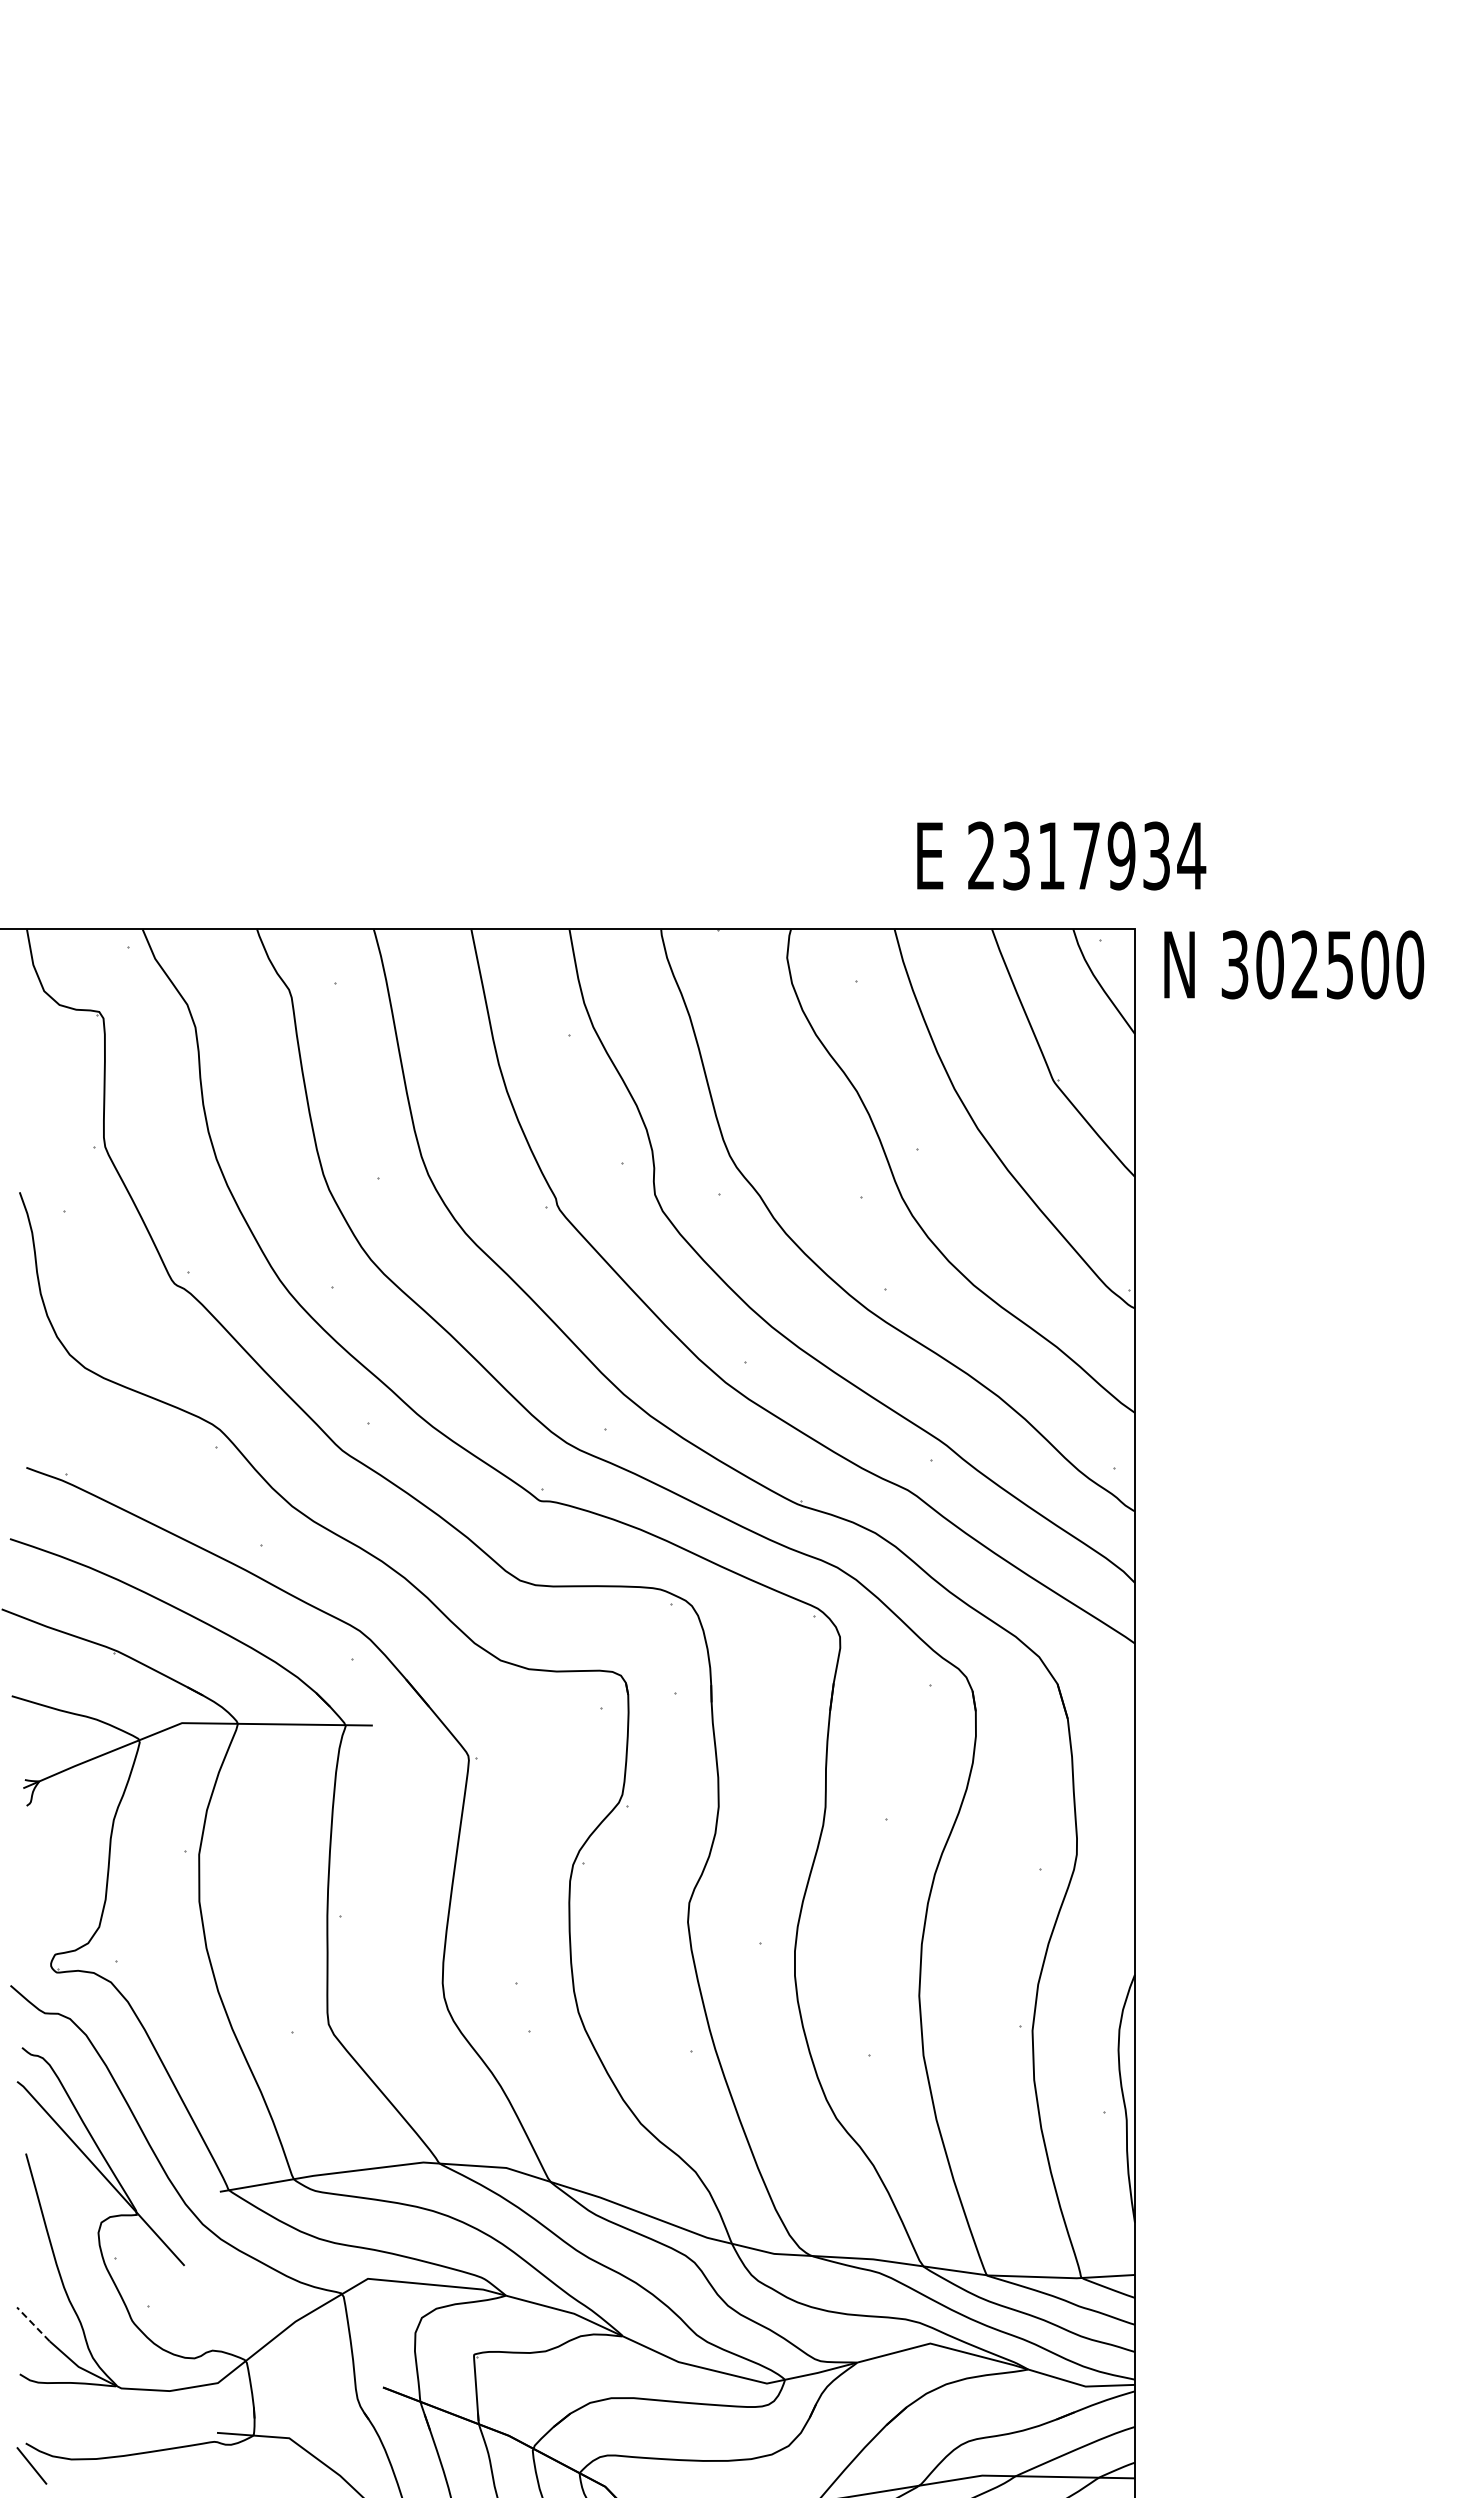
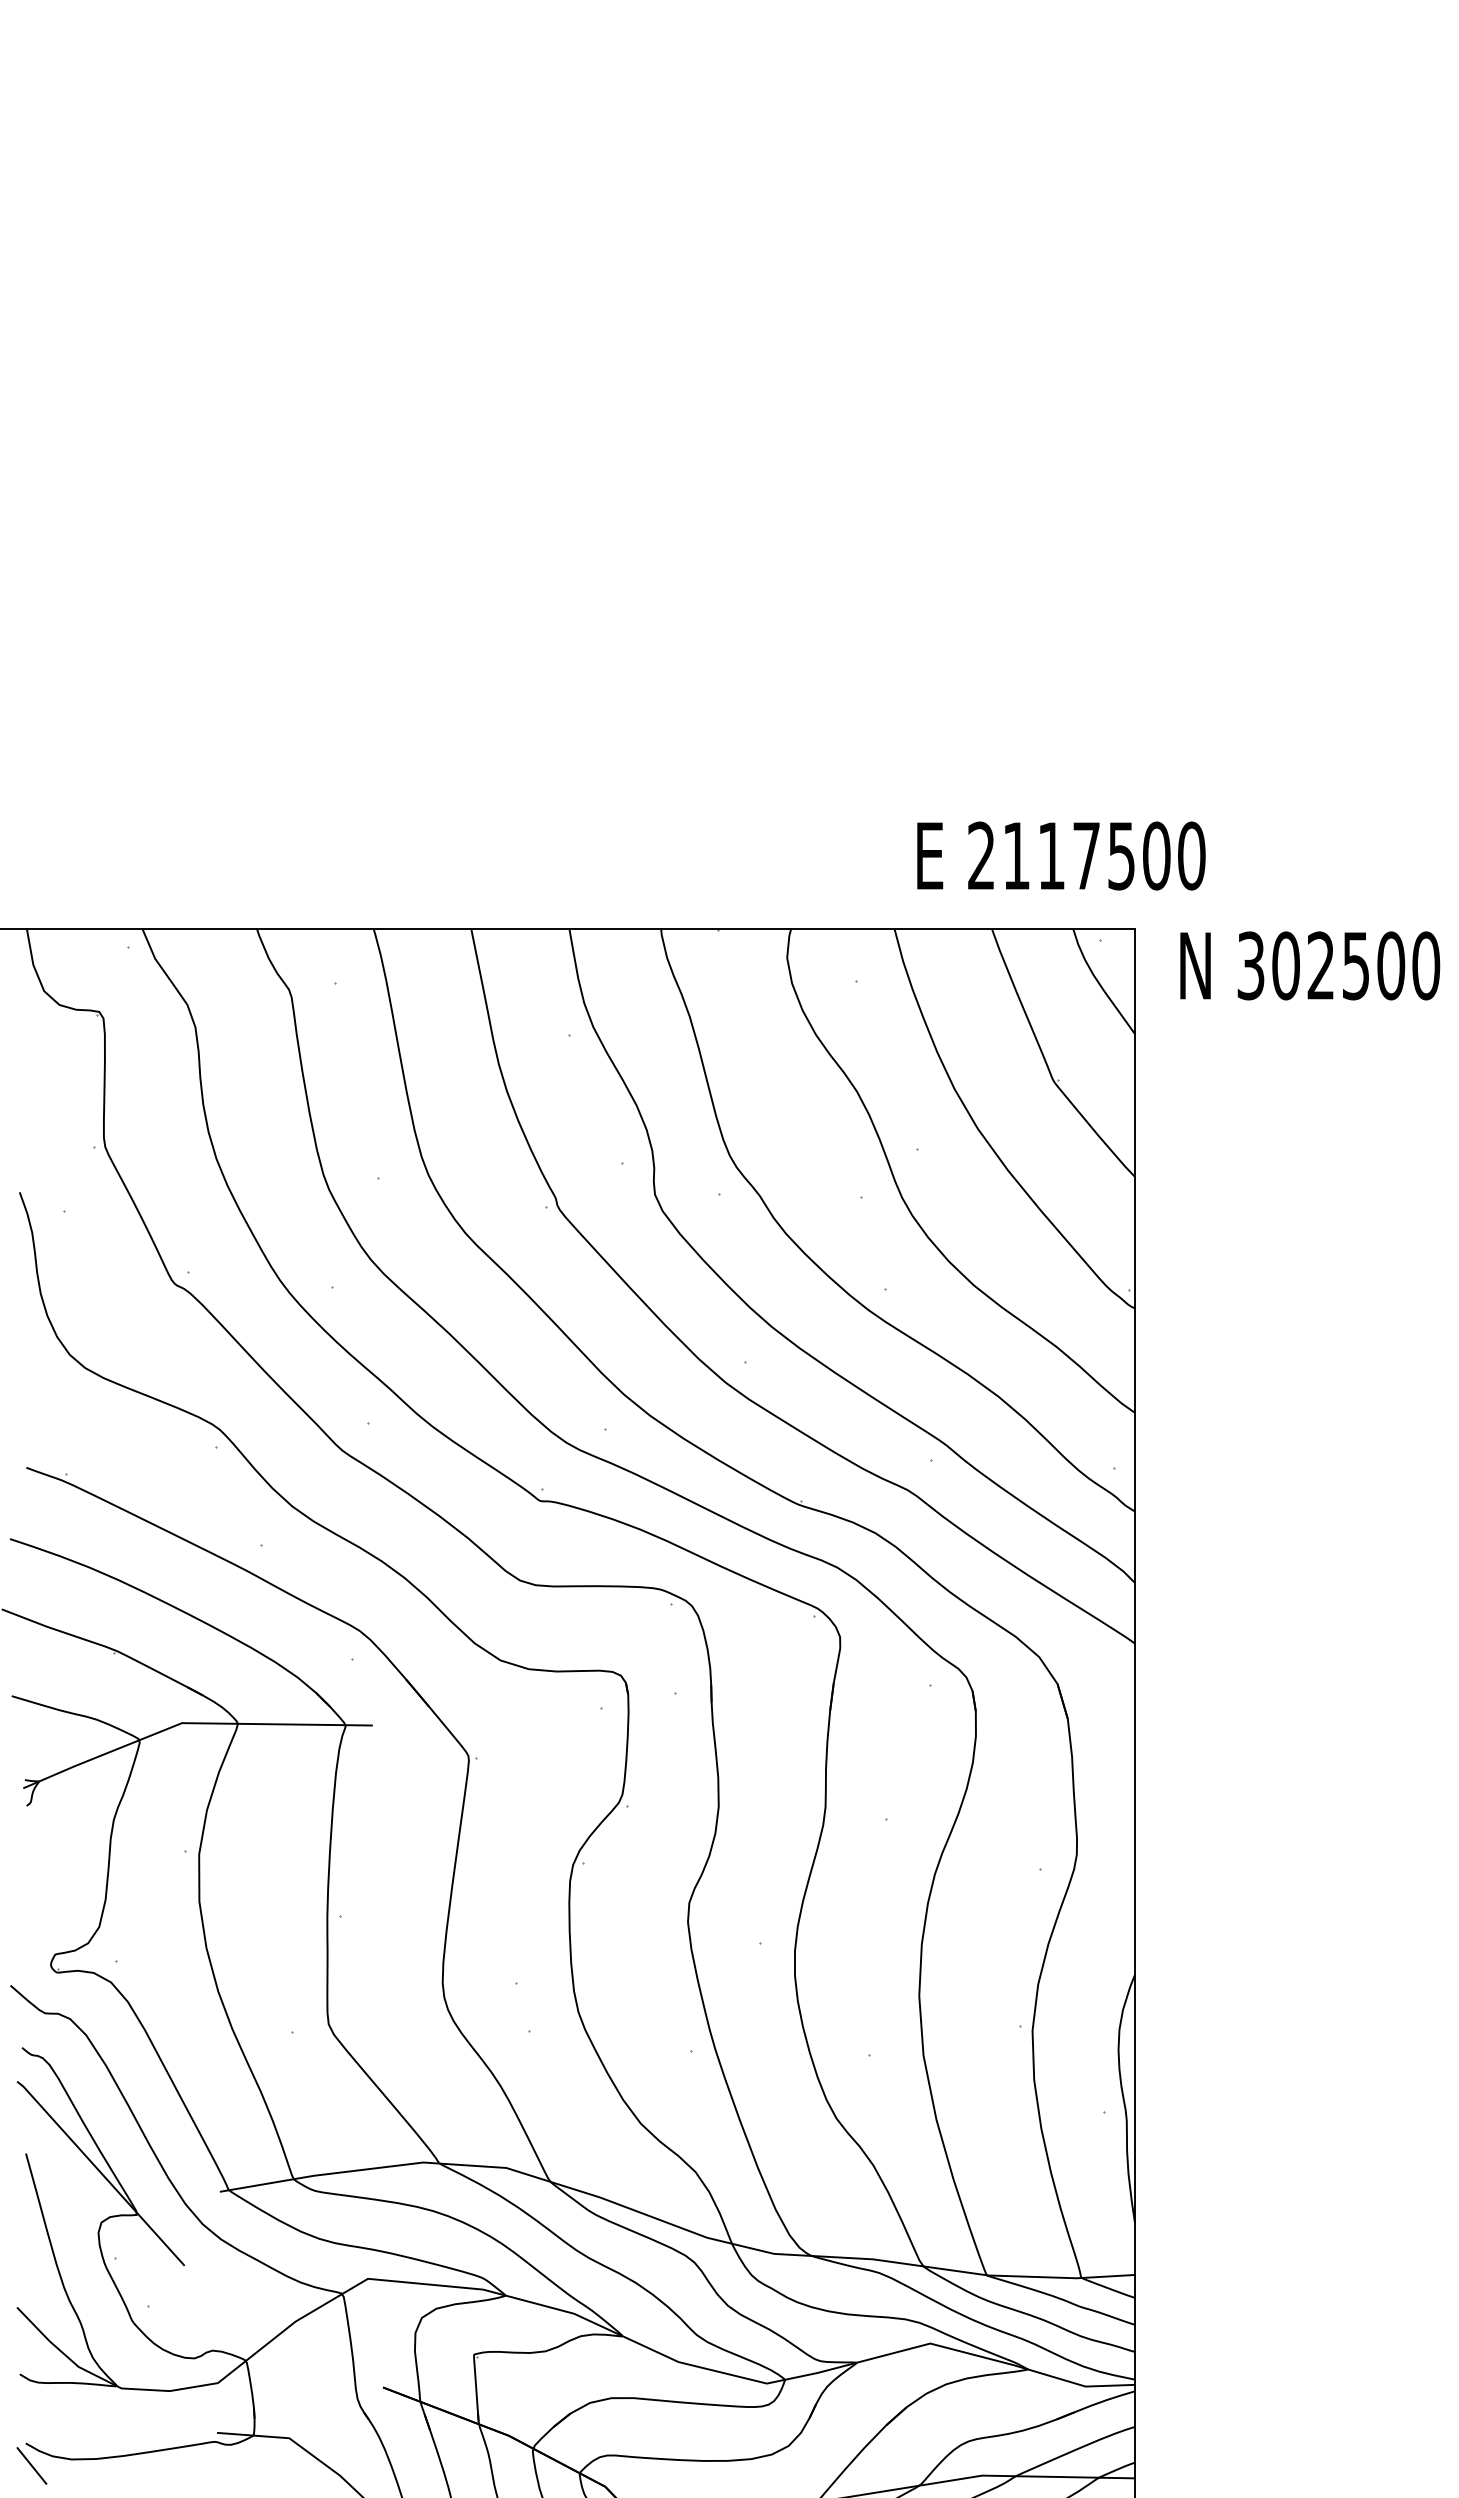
text at (1104, 855): 2317934 -> 2117500
text at (1294, 964) position: (1294, 964) -> (1310, 965)
line at (33, 2324): dashed -> solid
